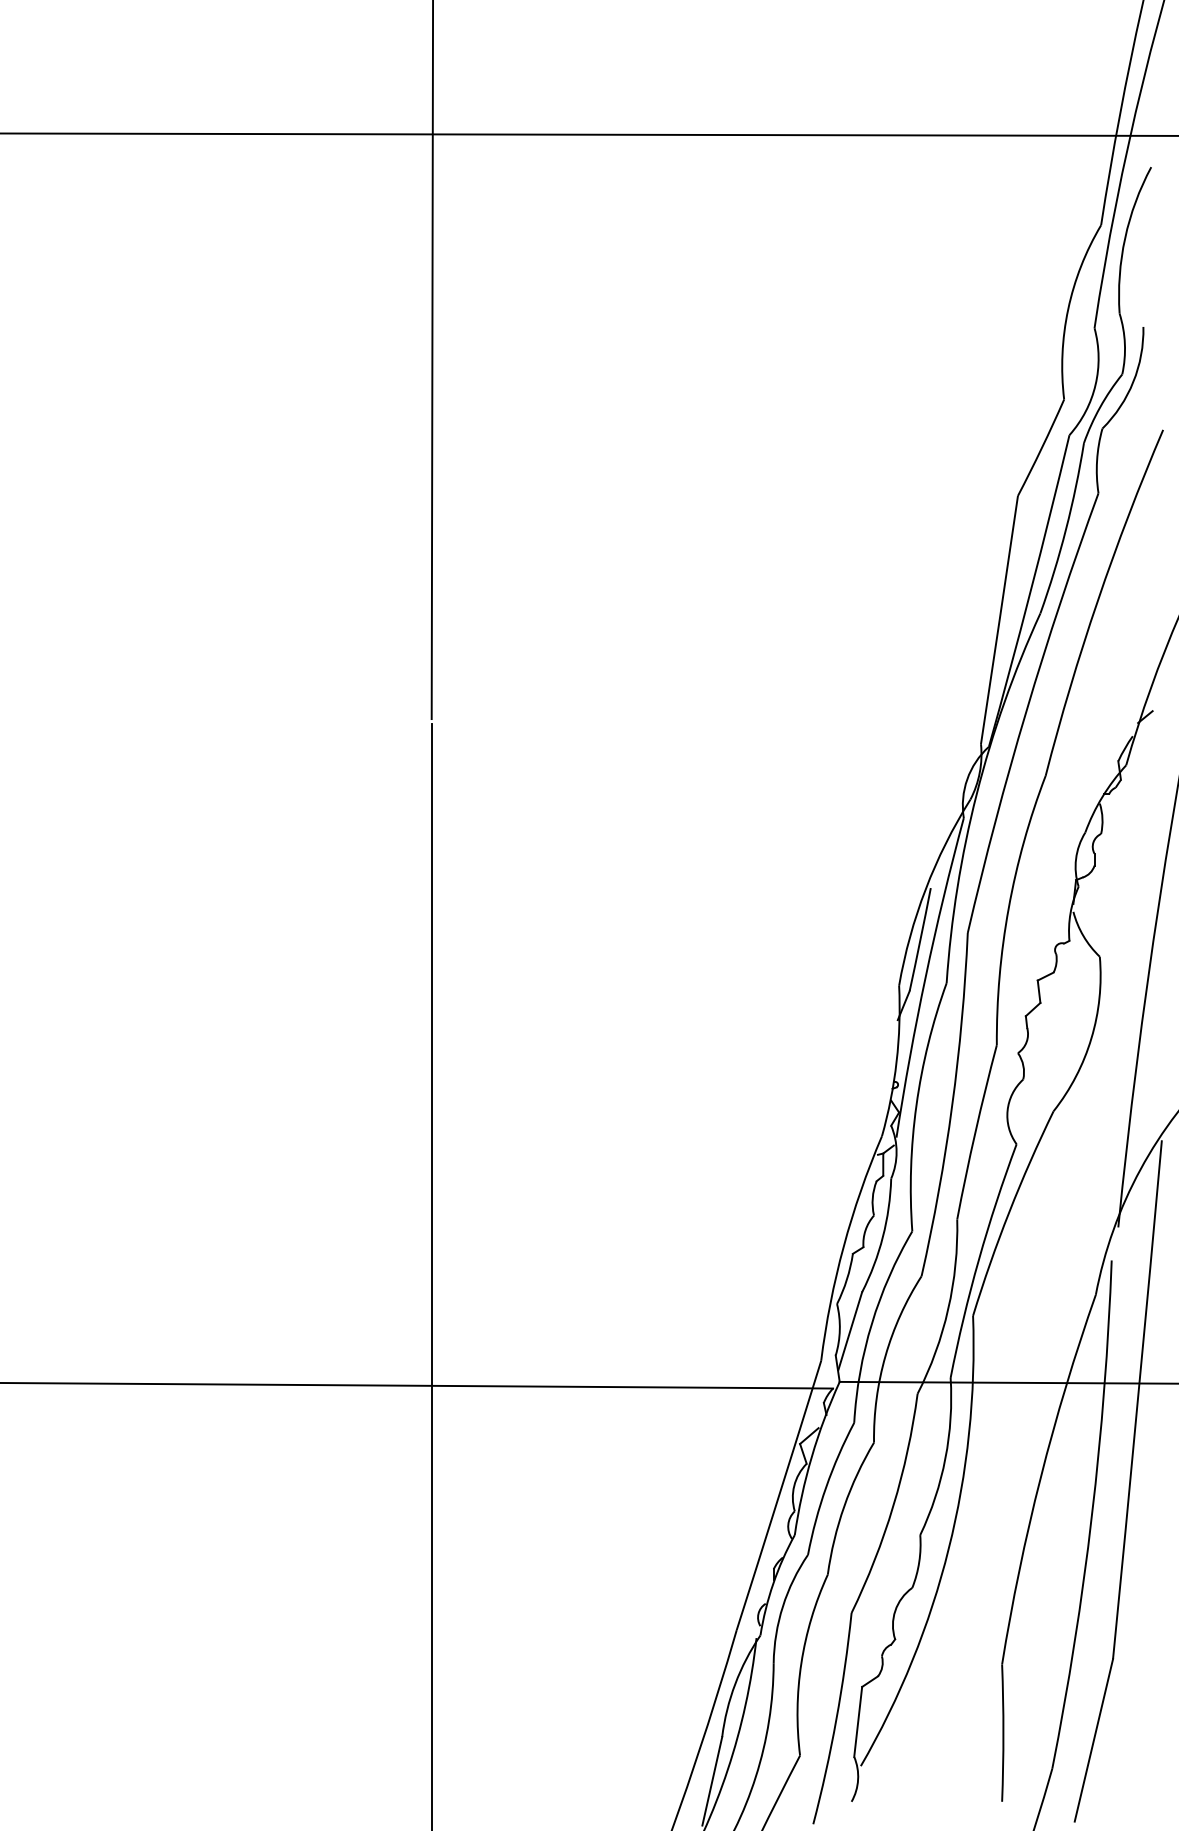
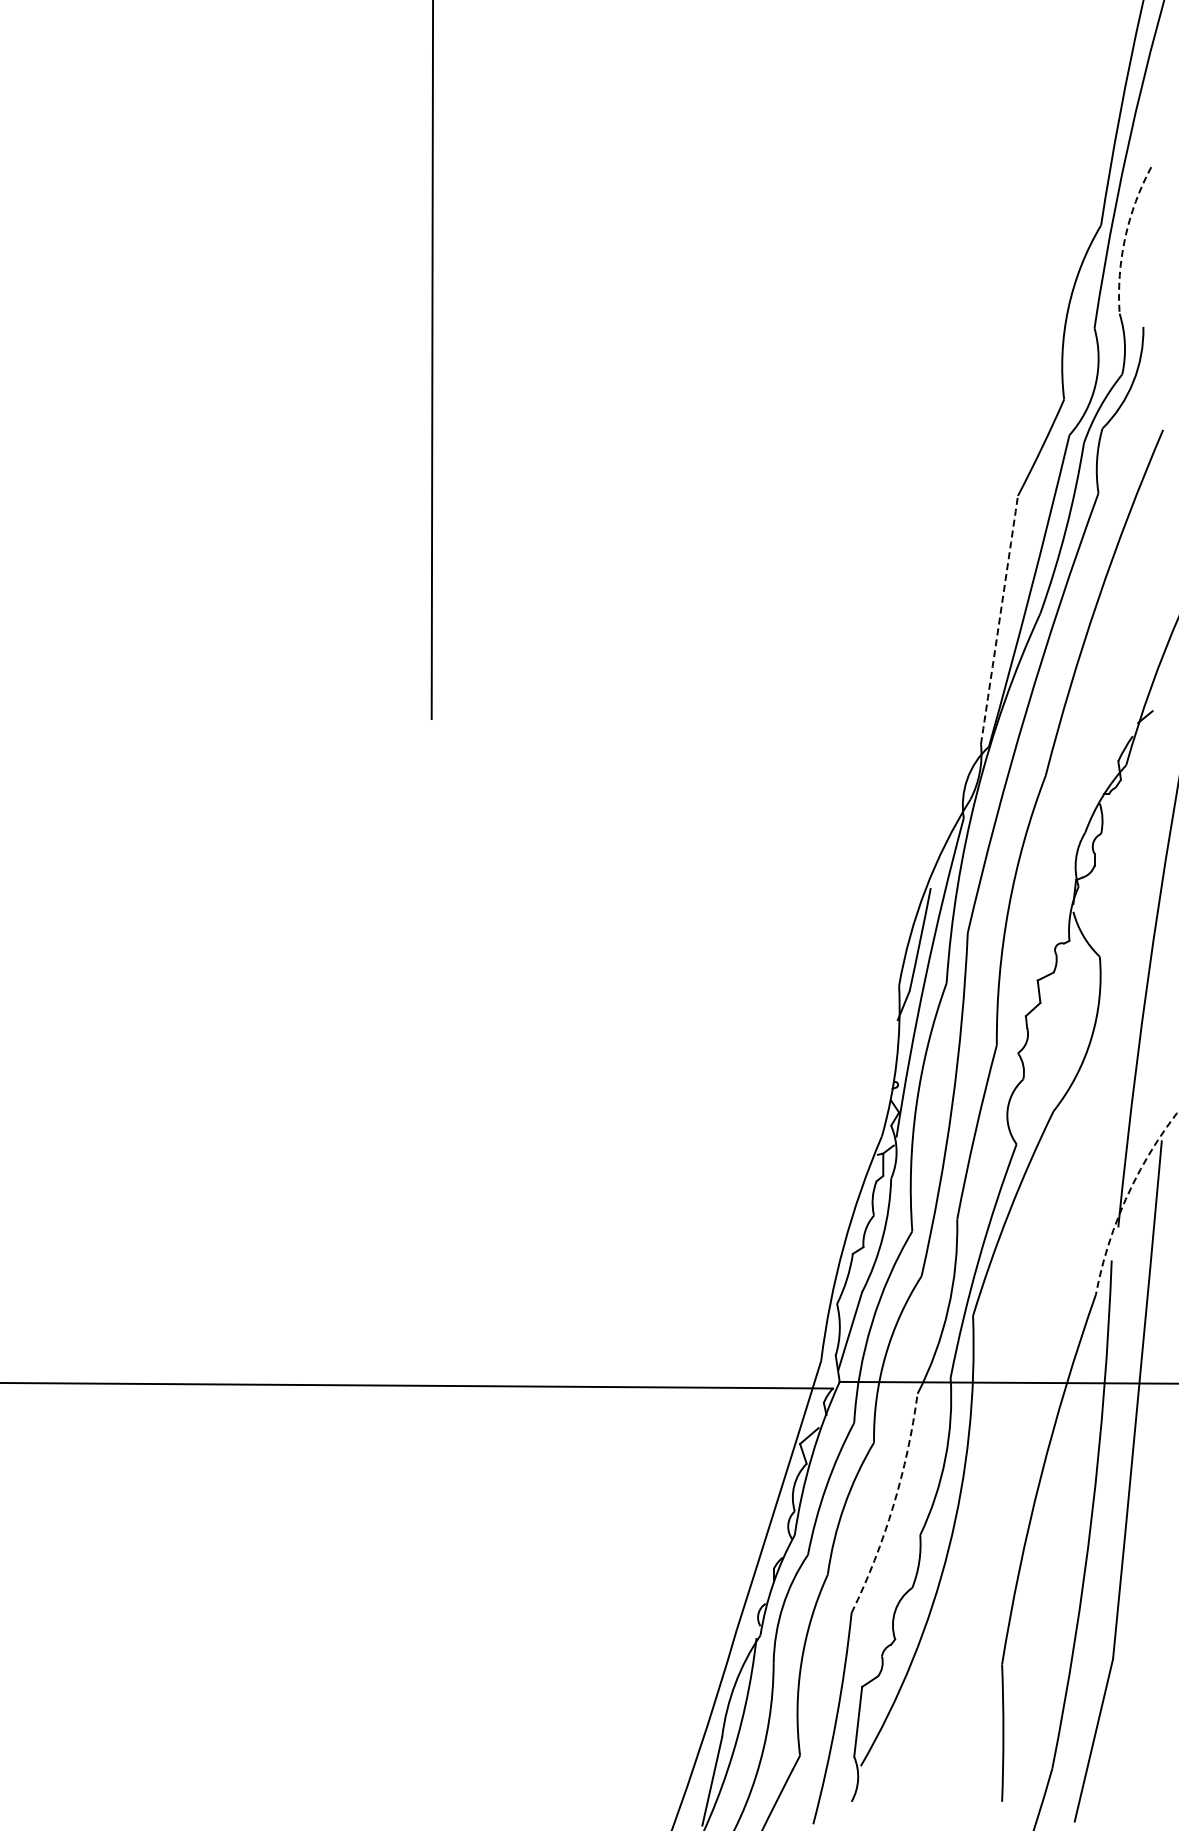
line at (588, 134): present -> none
arc at (1125, 238): solid -> dashed
arc at (999, 620): solid -> dashed
arc at (1126, 1198): solid -> dashed
line at (431, 1275): present -> none
arc at (893, 1506): solid -> dashed
